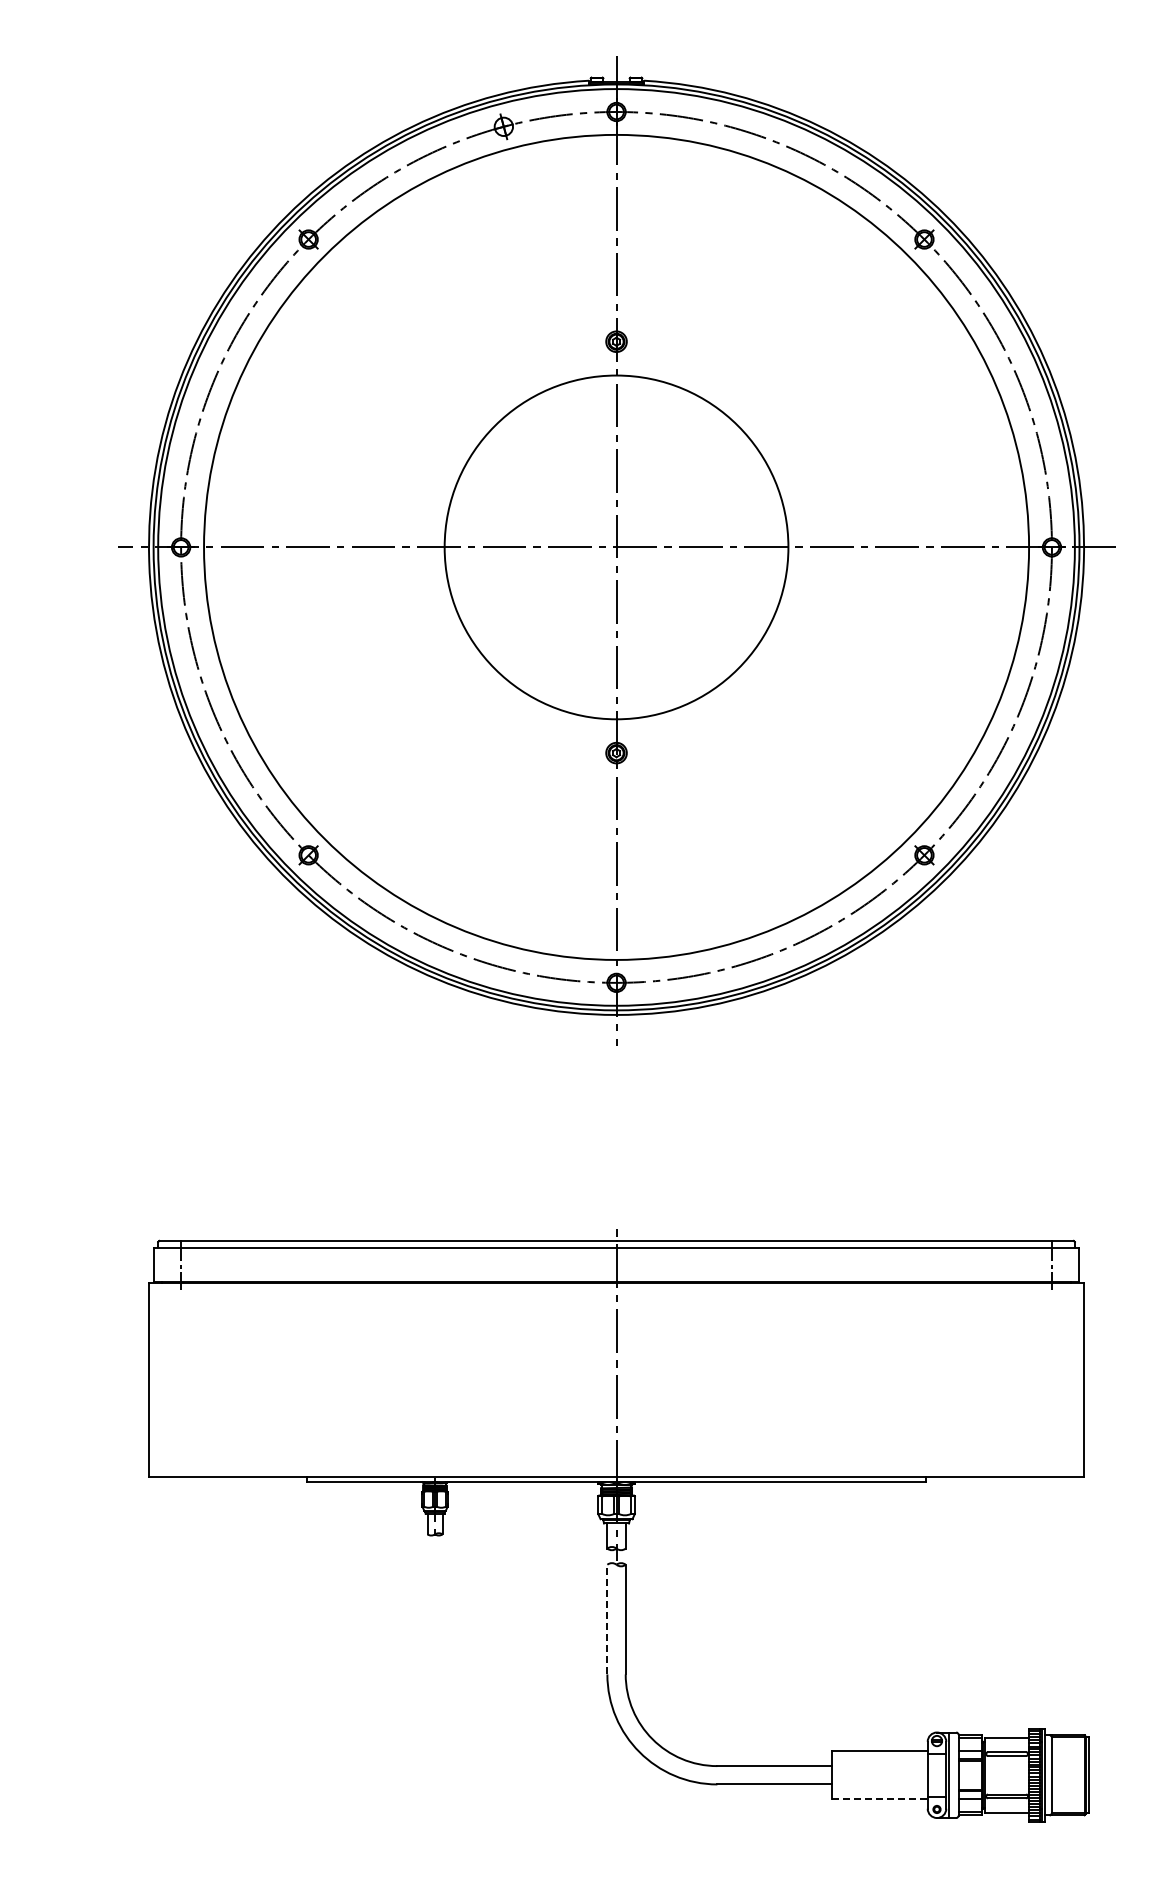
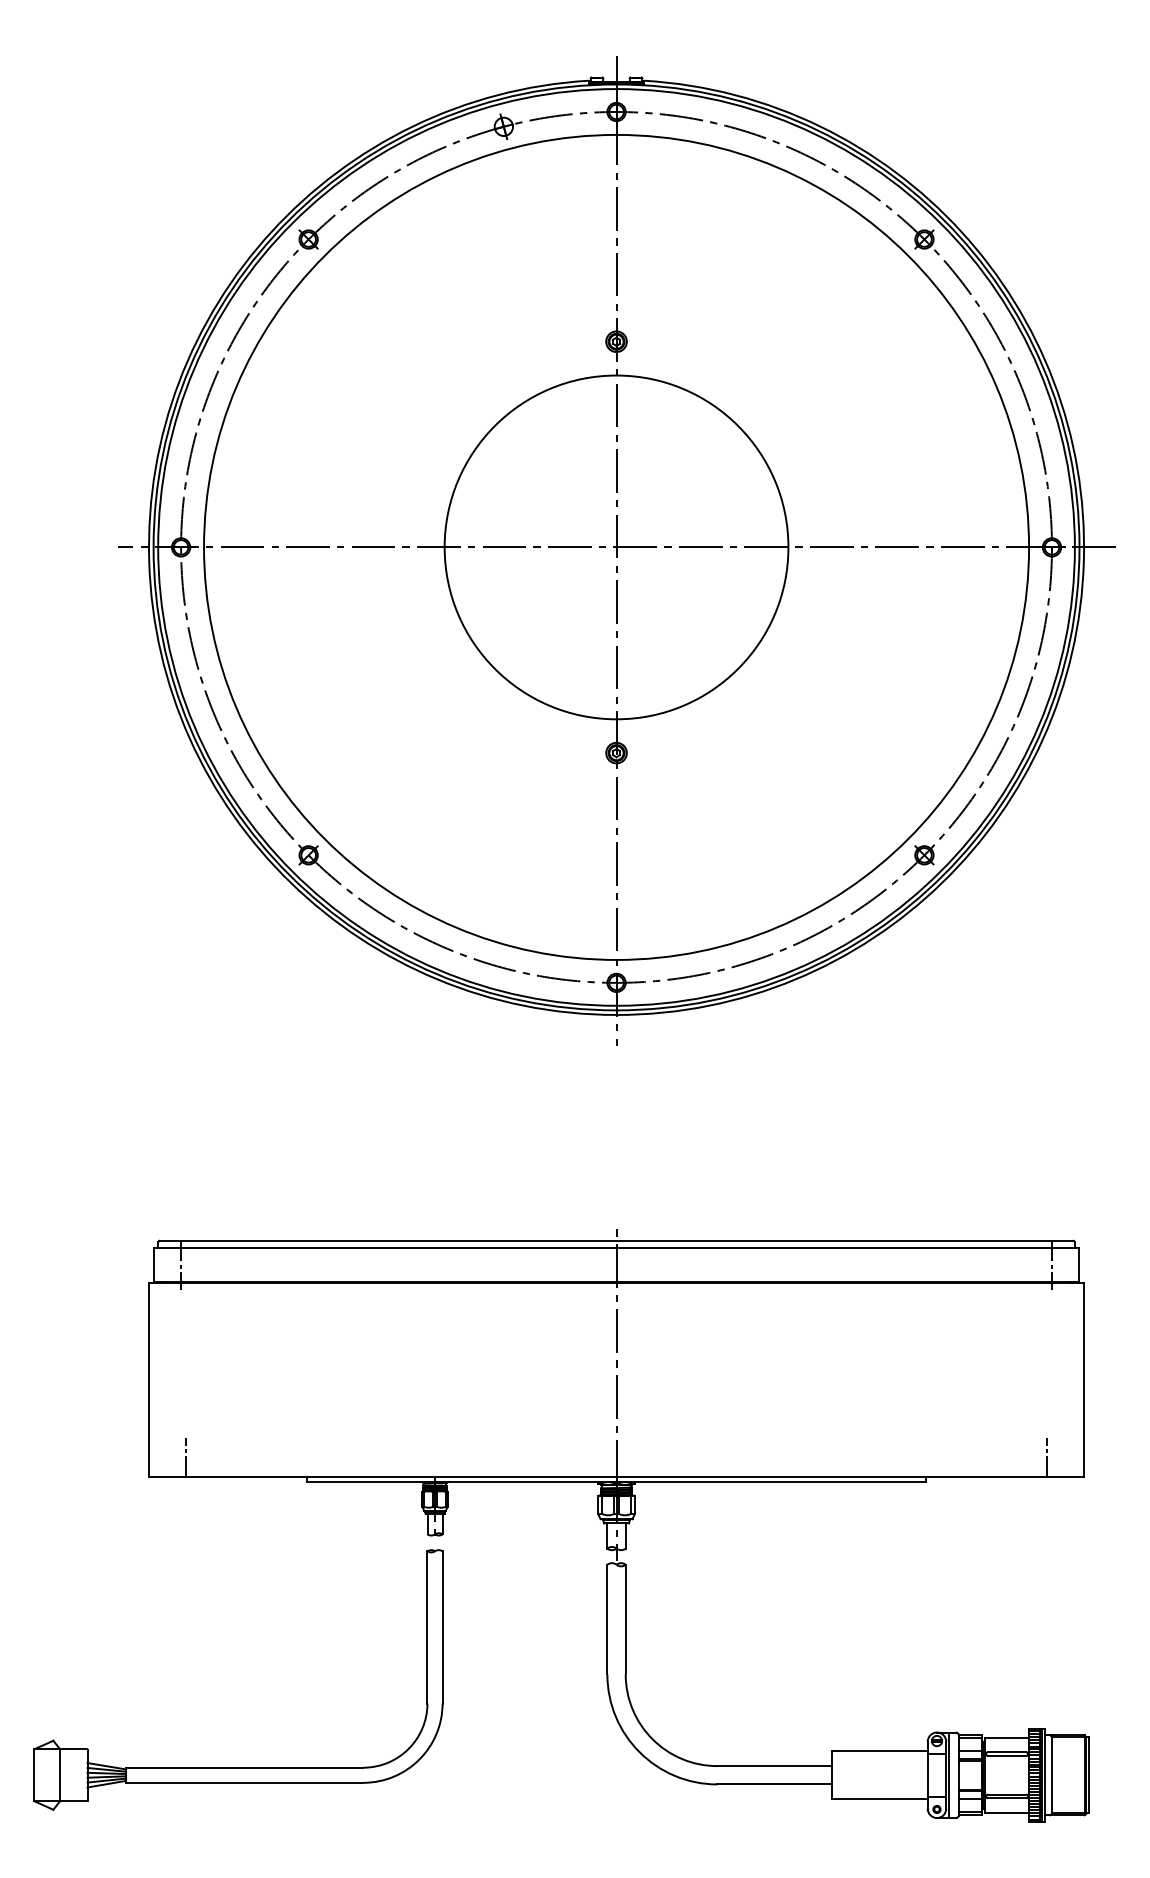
line at (185, 1457): none -> present
line at (1047, 1457): none -> present
line at (607, 1619): dashed -> solid
part at (238, 1767): none -> present
line at (880, 1799): dashed -> solid
